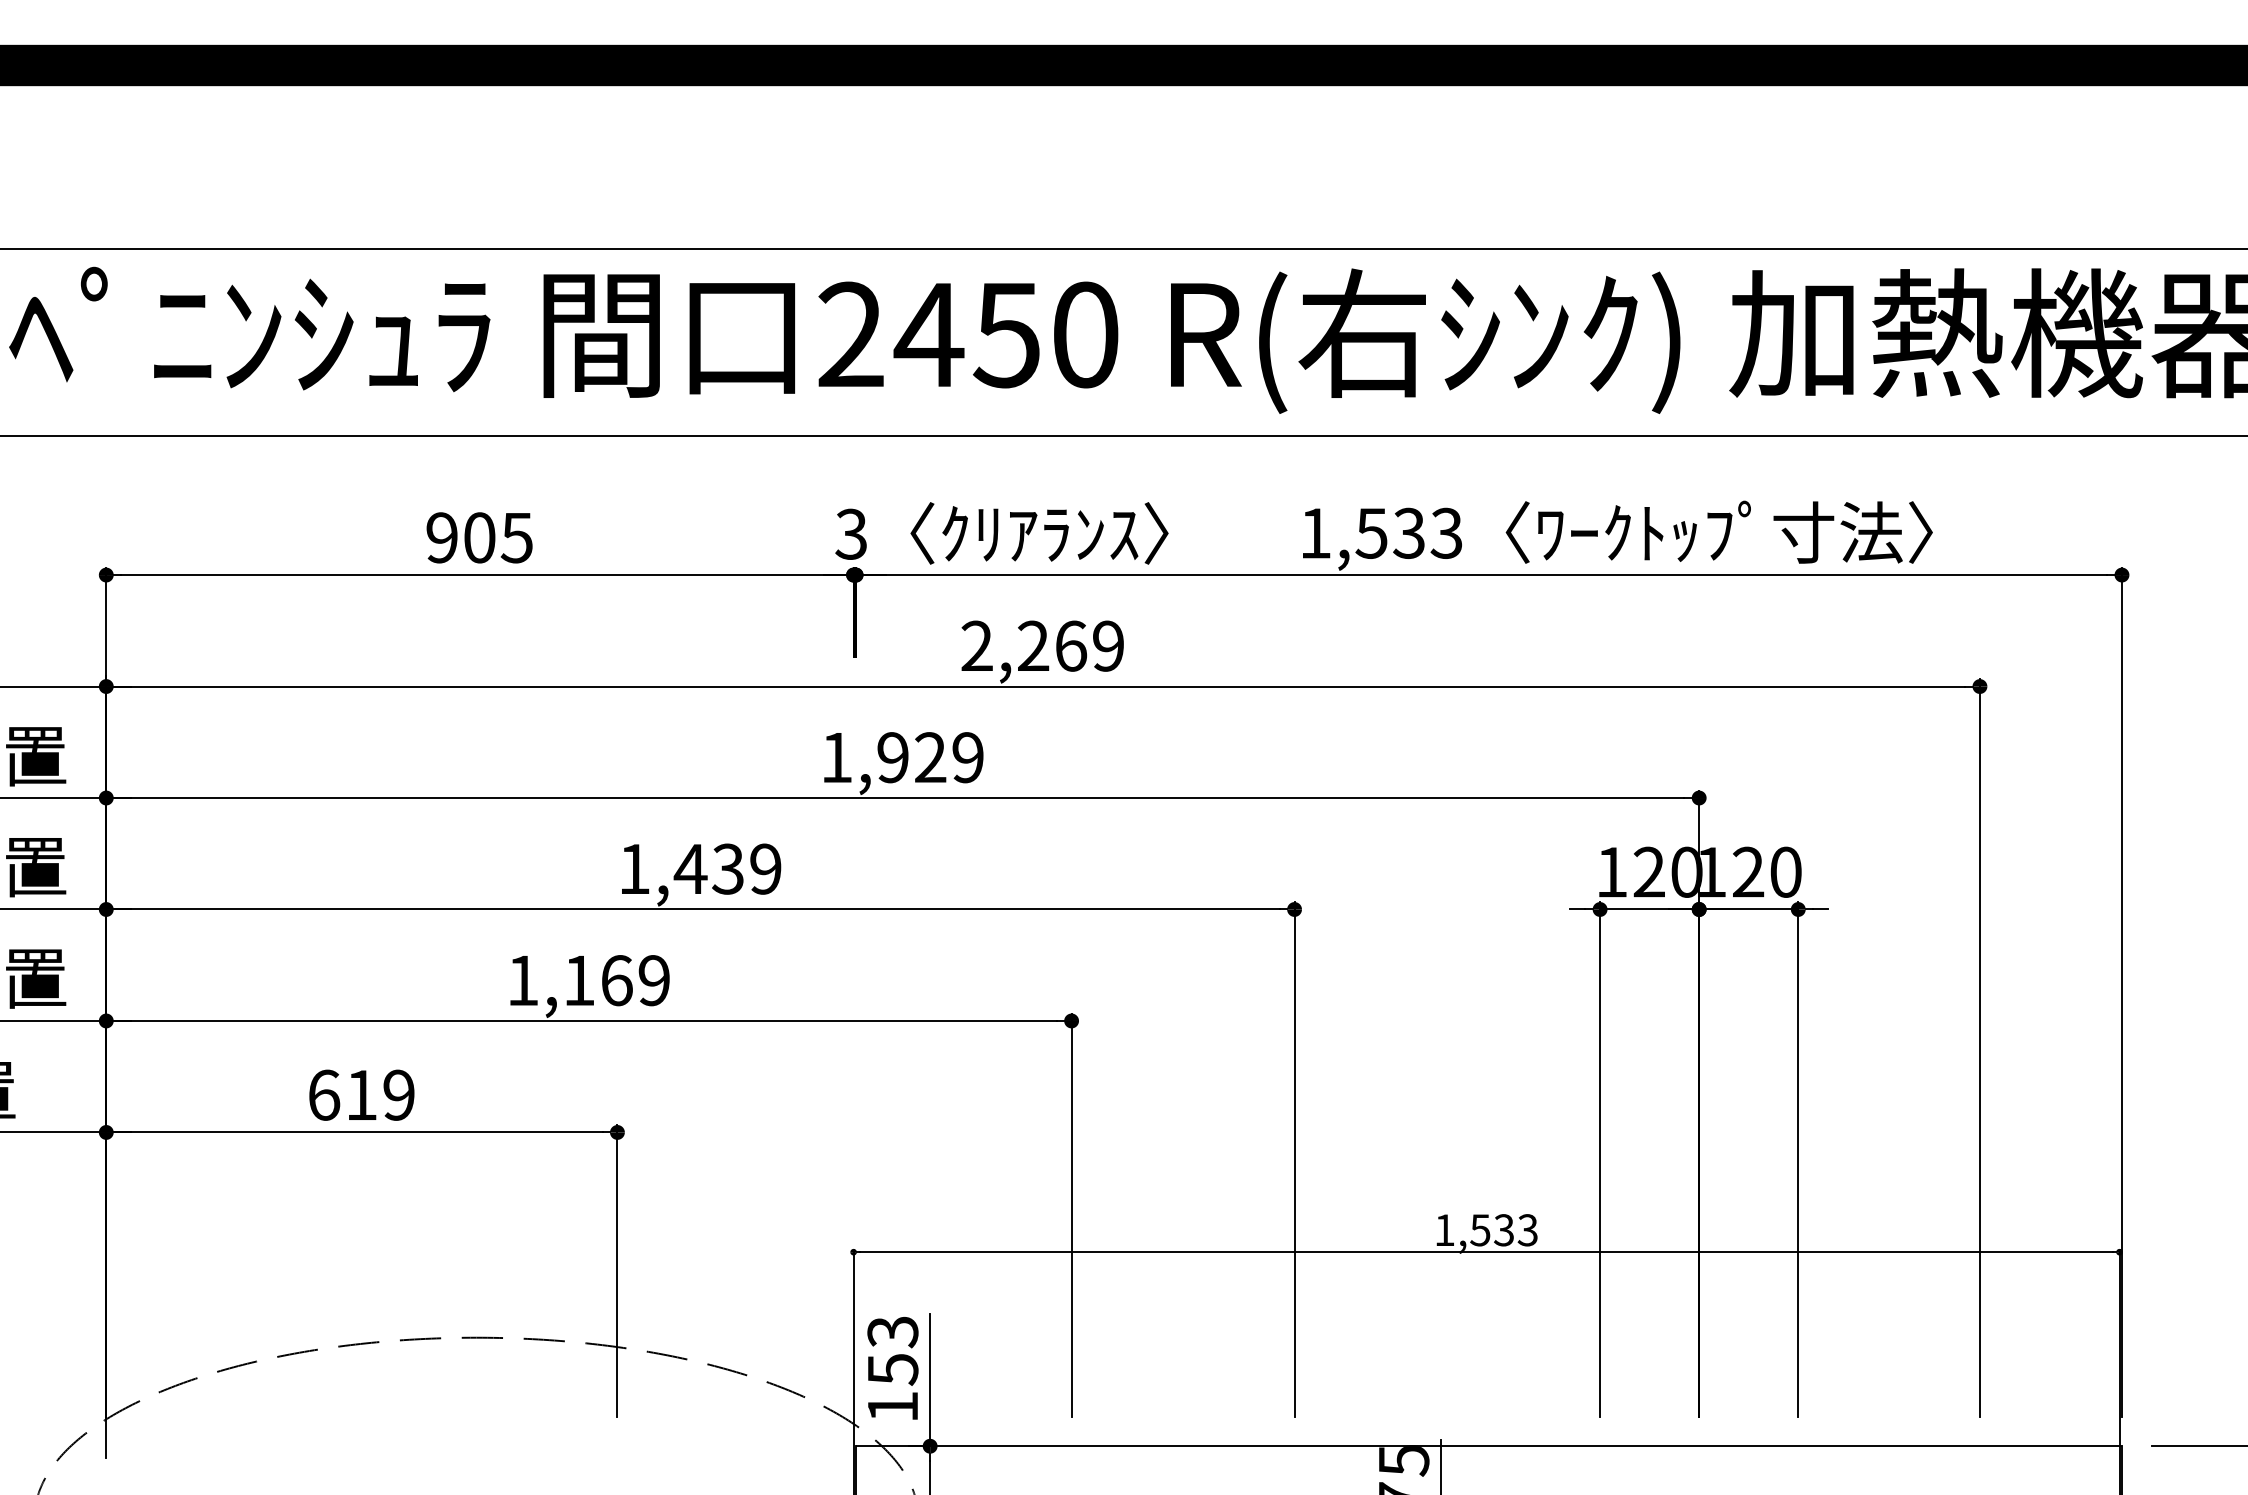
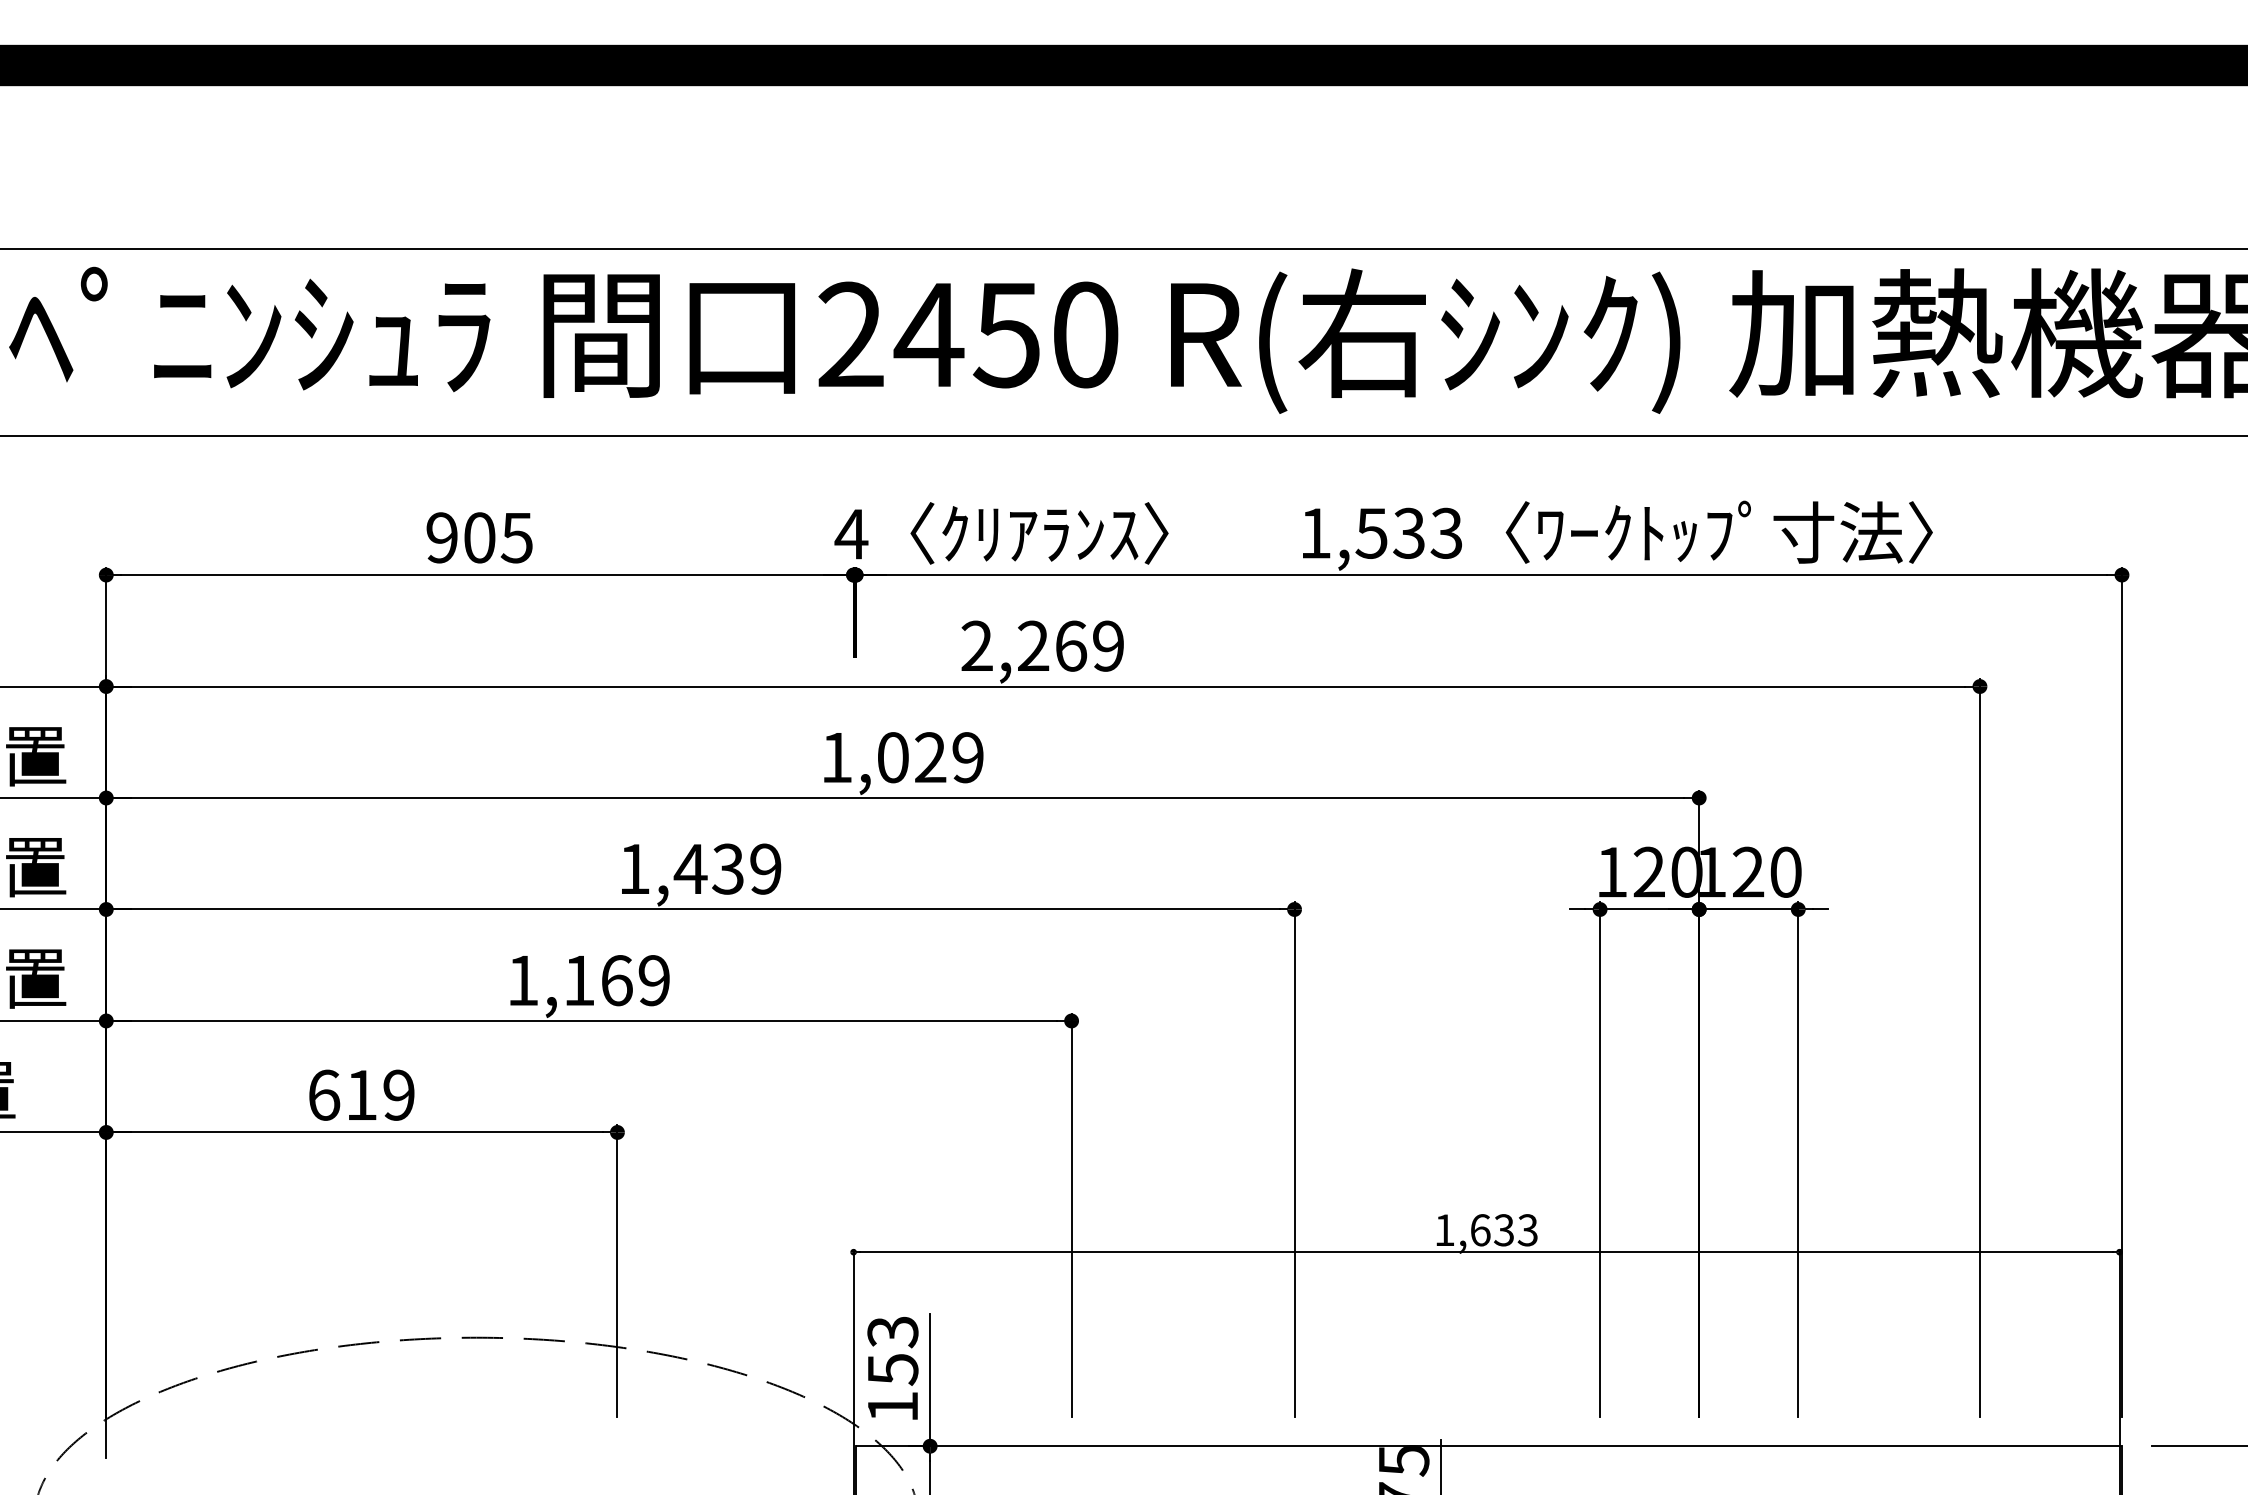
text at (851, 533): 3 -> 4
text at (892, 757): 1,929 -> 1,029
text at (1480, 1230): 1,533 -> 1,633
